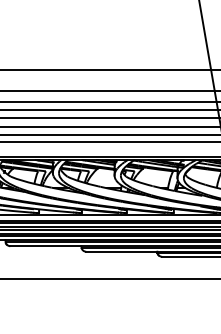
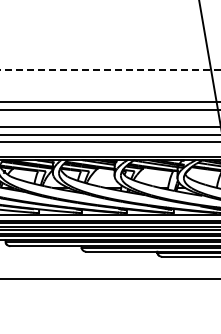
line at (110, 70): solid -> dashed
line at (109, 90): present -> none
line at (109, 118): present -> none
